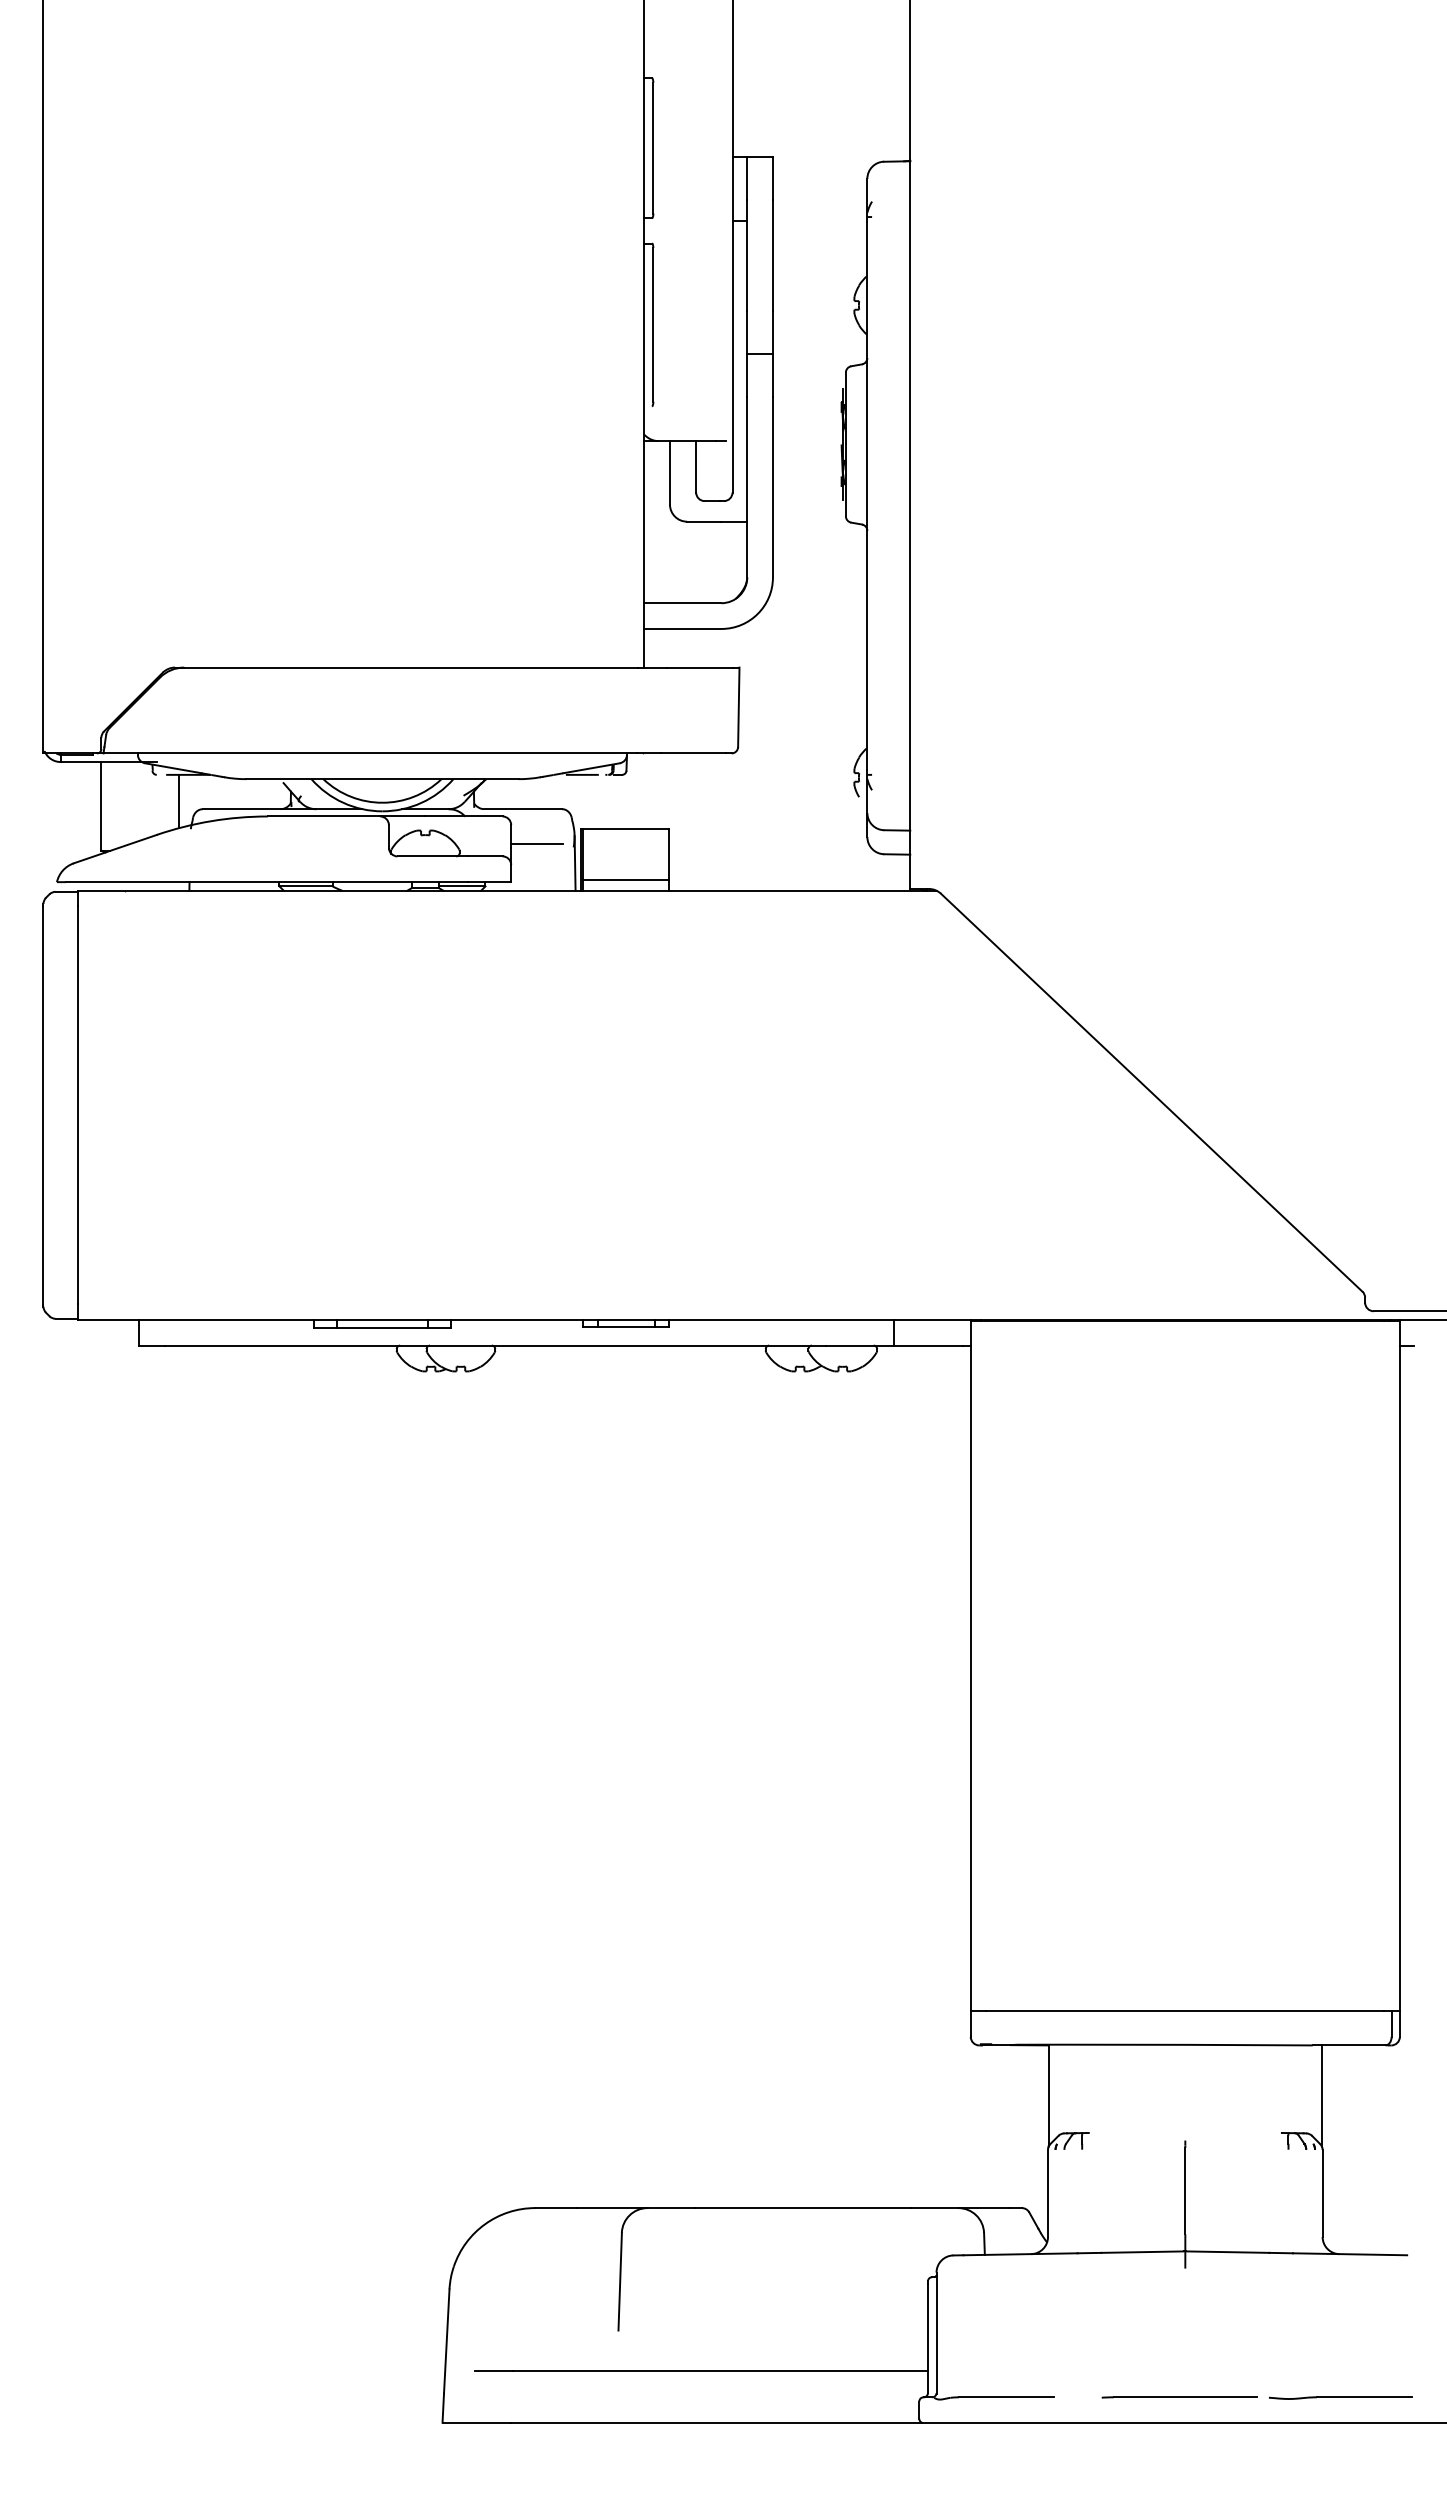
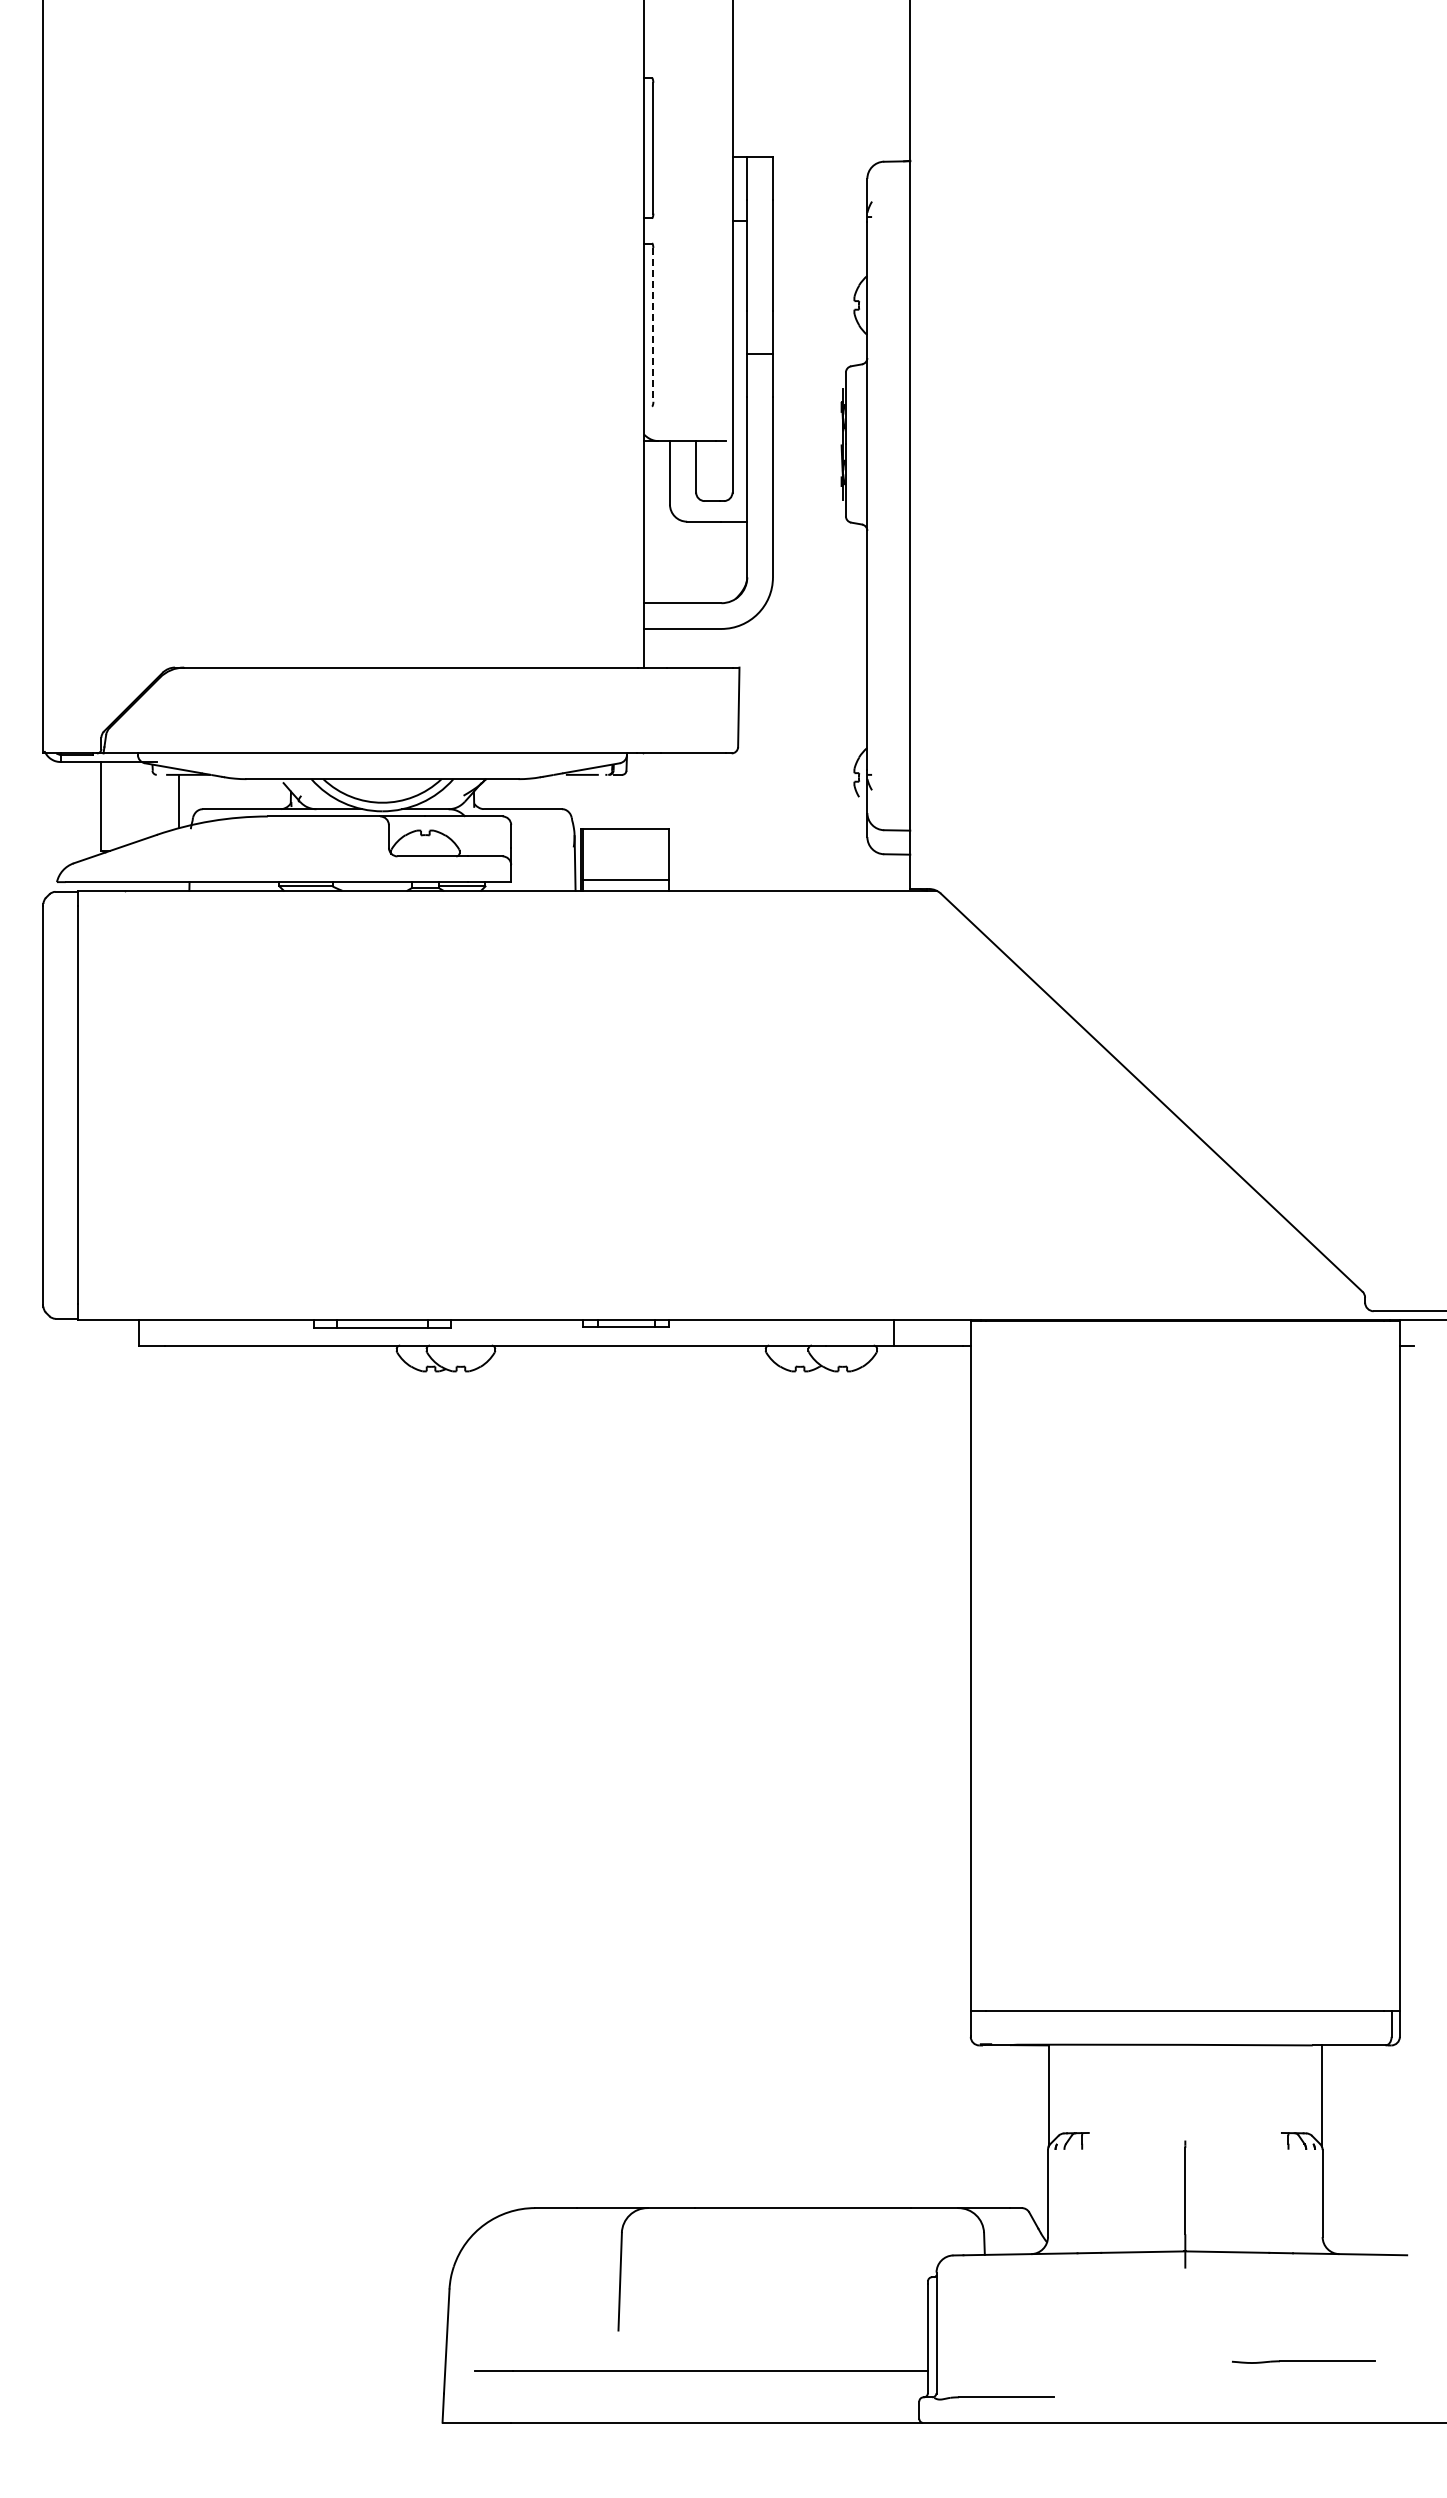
line at (653, 324): solid -> dashed
line at (536, 843): present -> none
line at (1179, 2397): present -> none
part at (1340, 2397) position: (1340, 2397) -> (1303, 2361)
